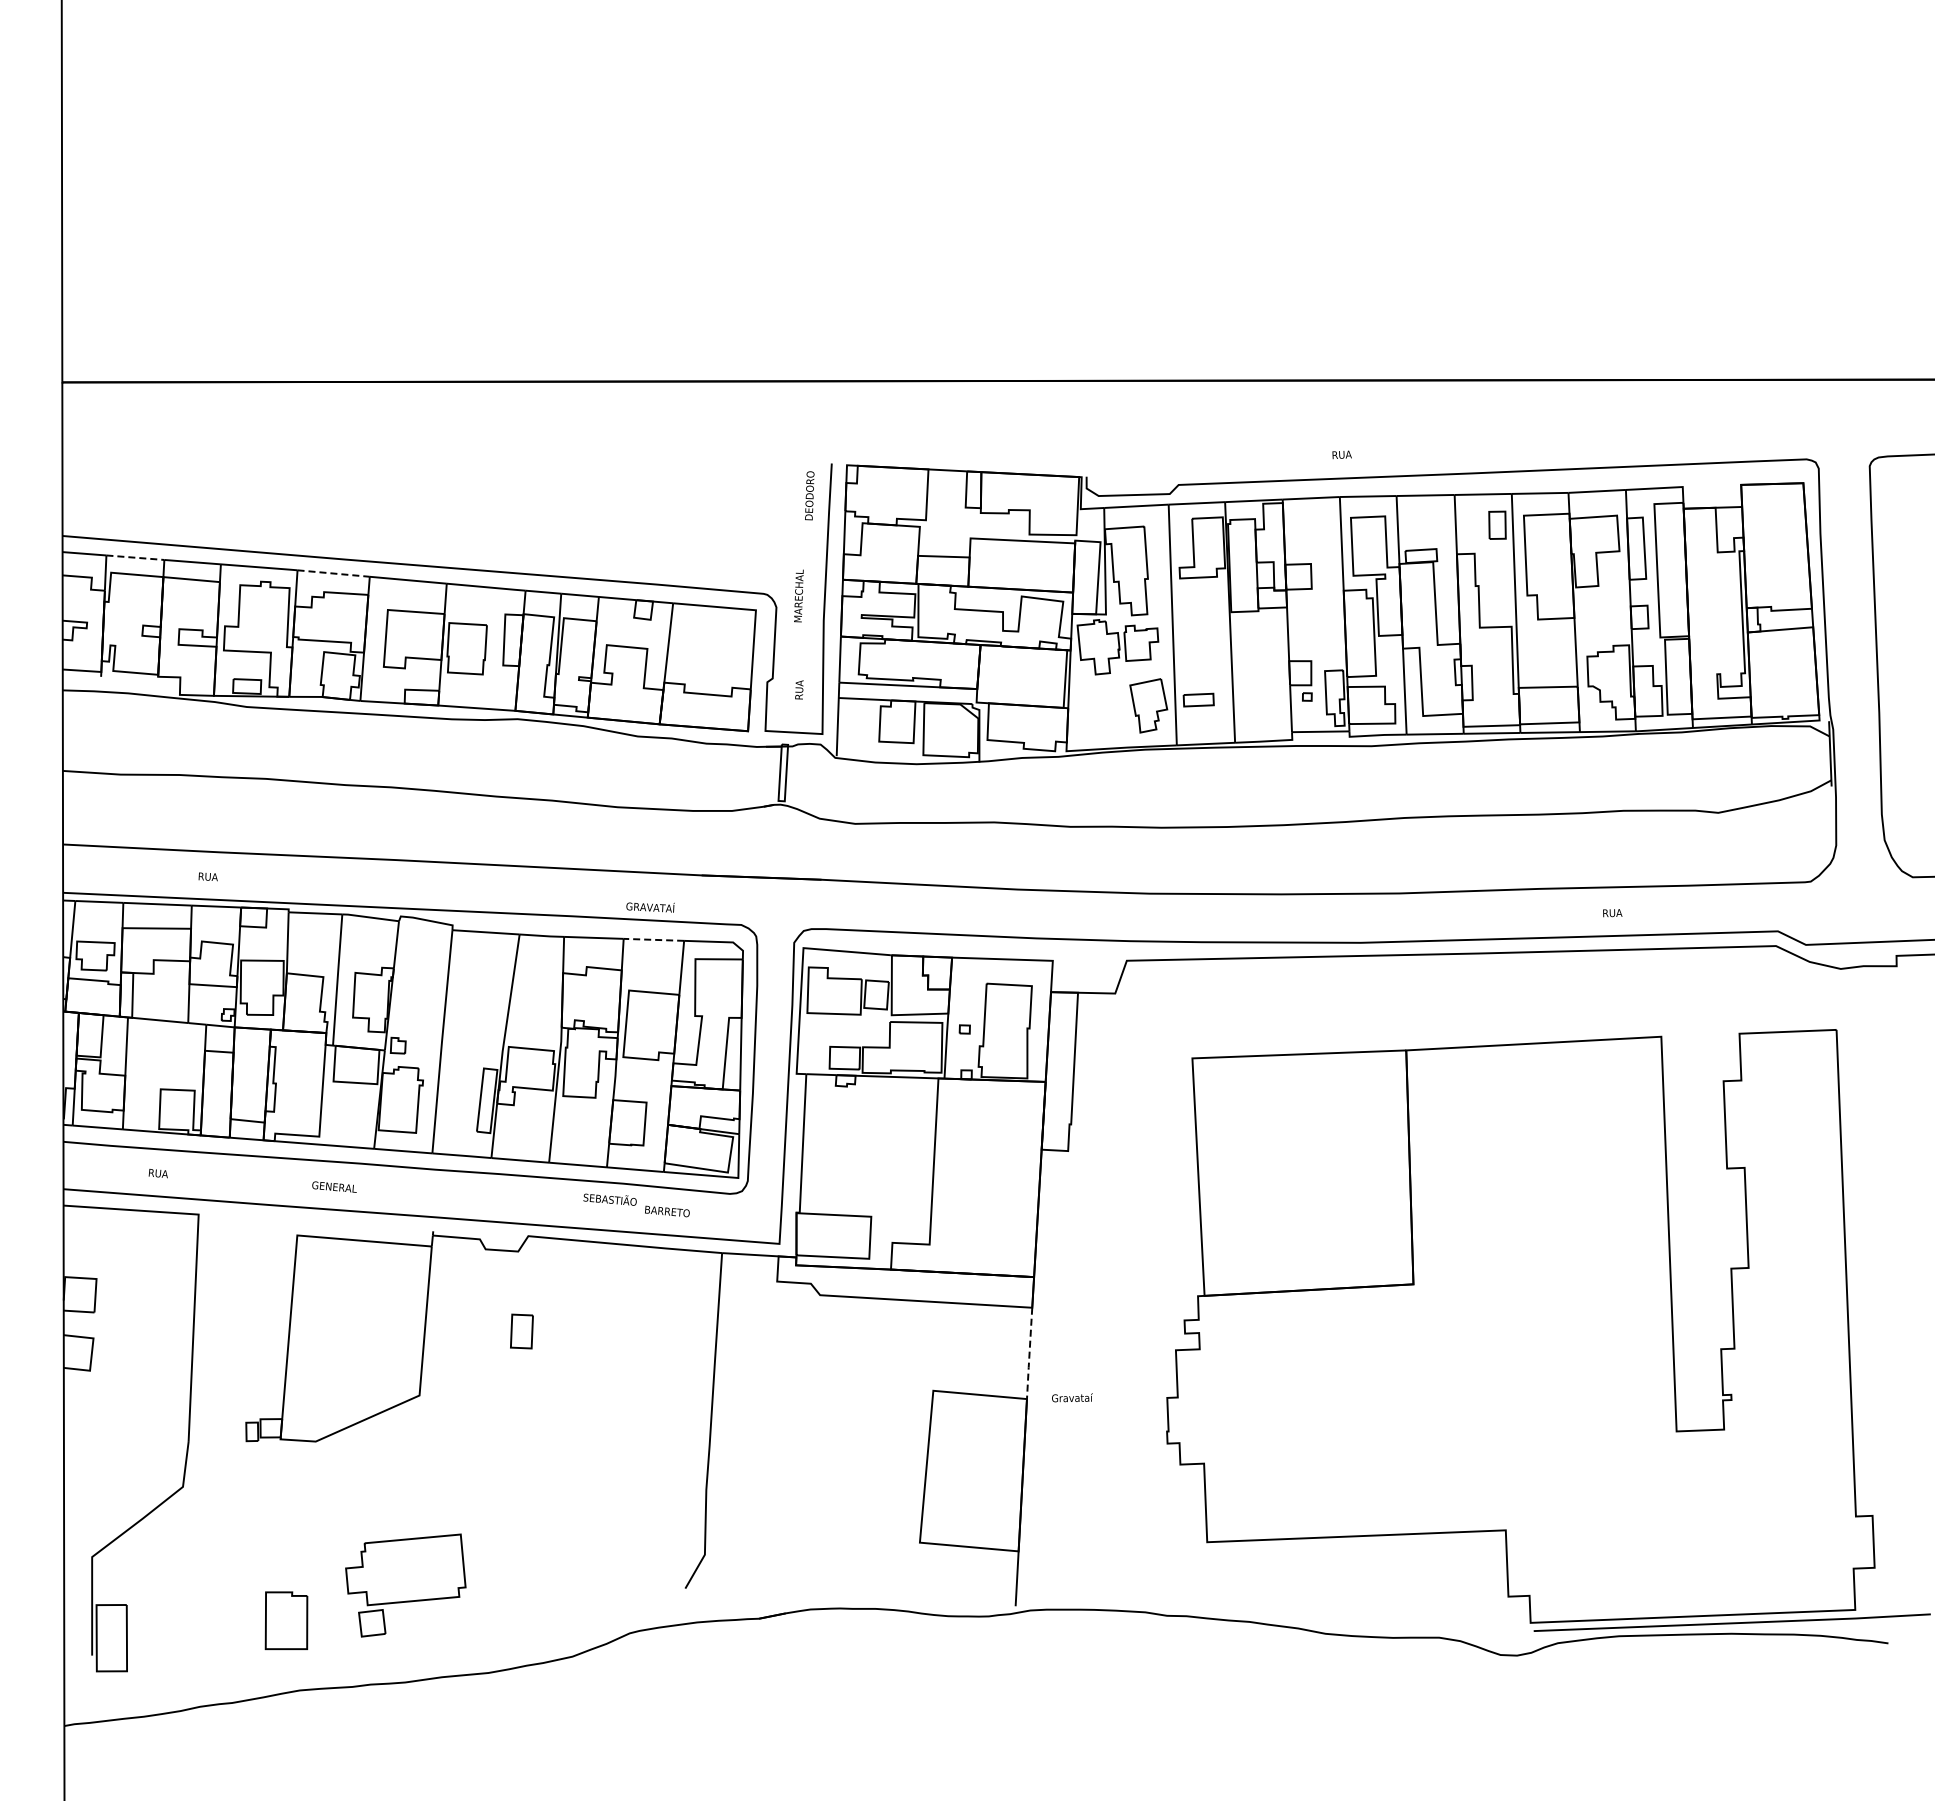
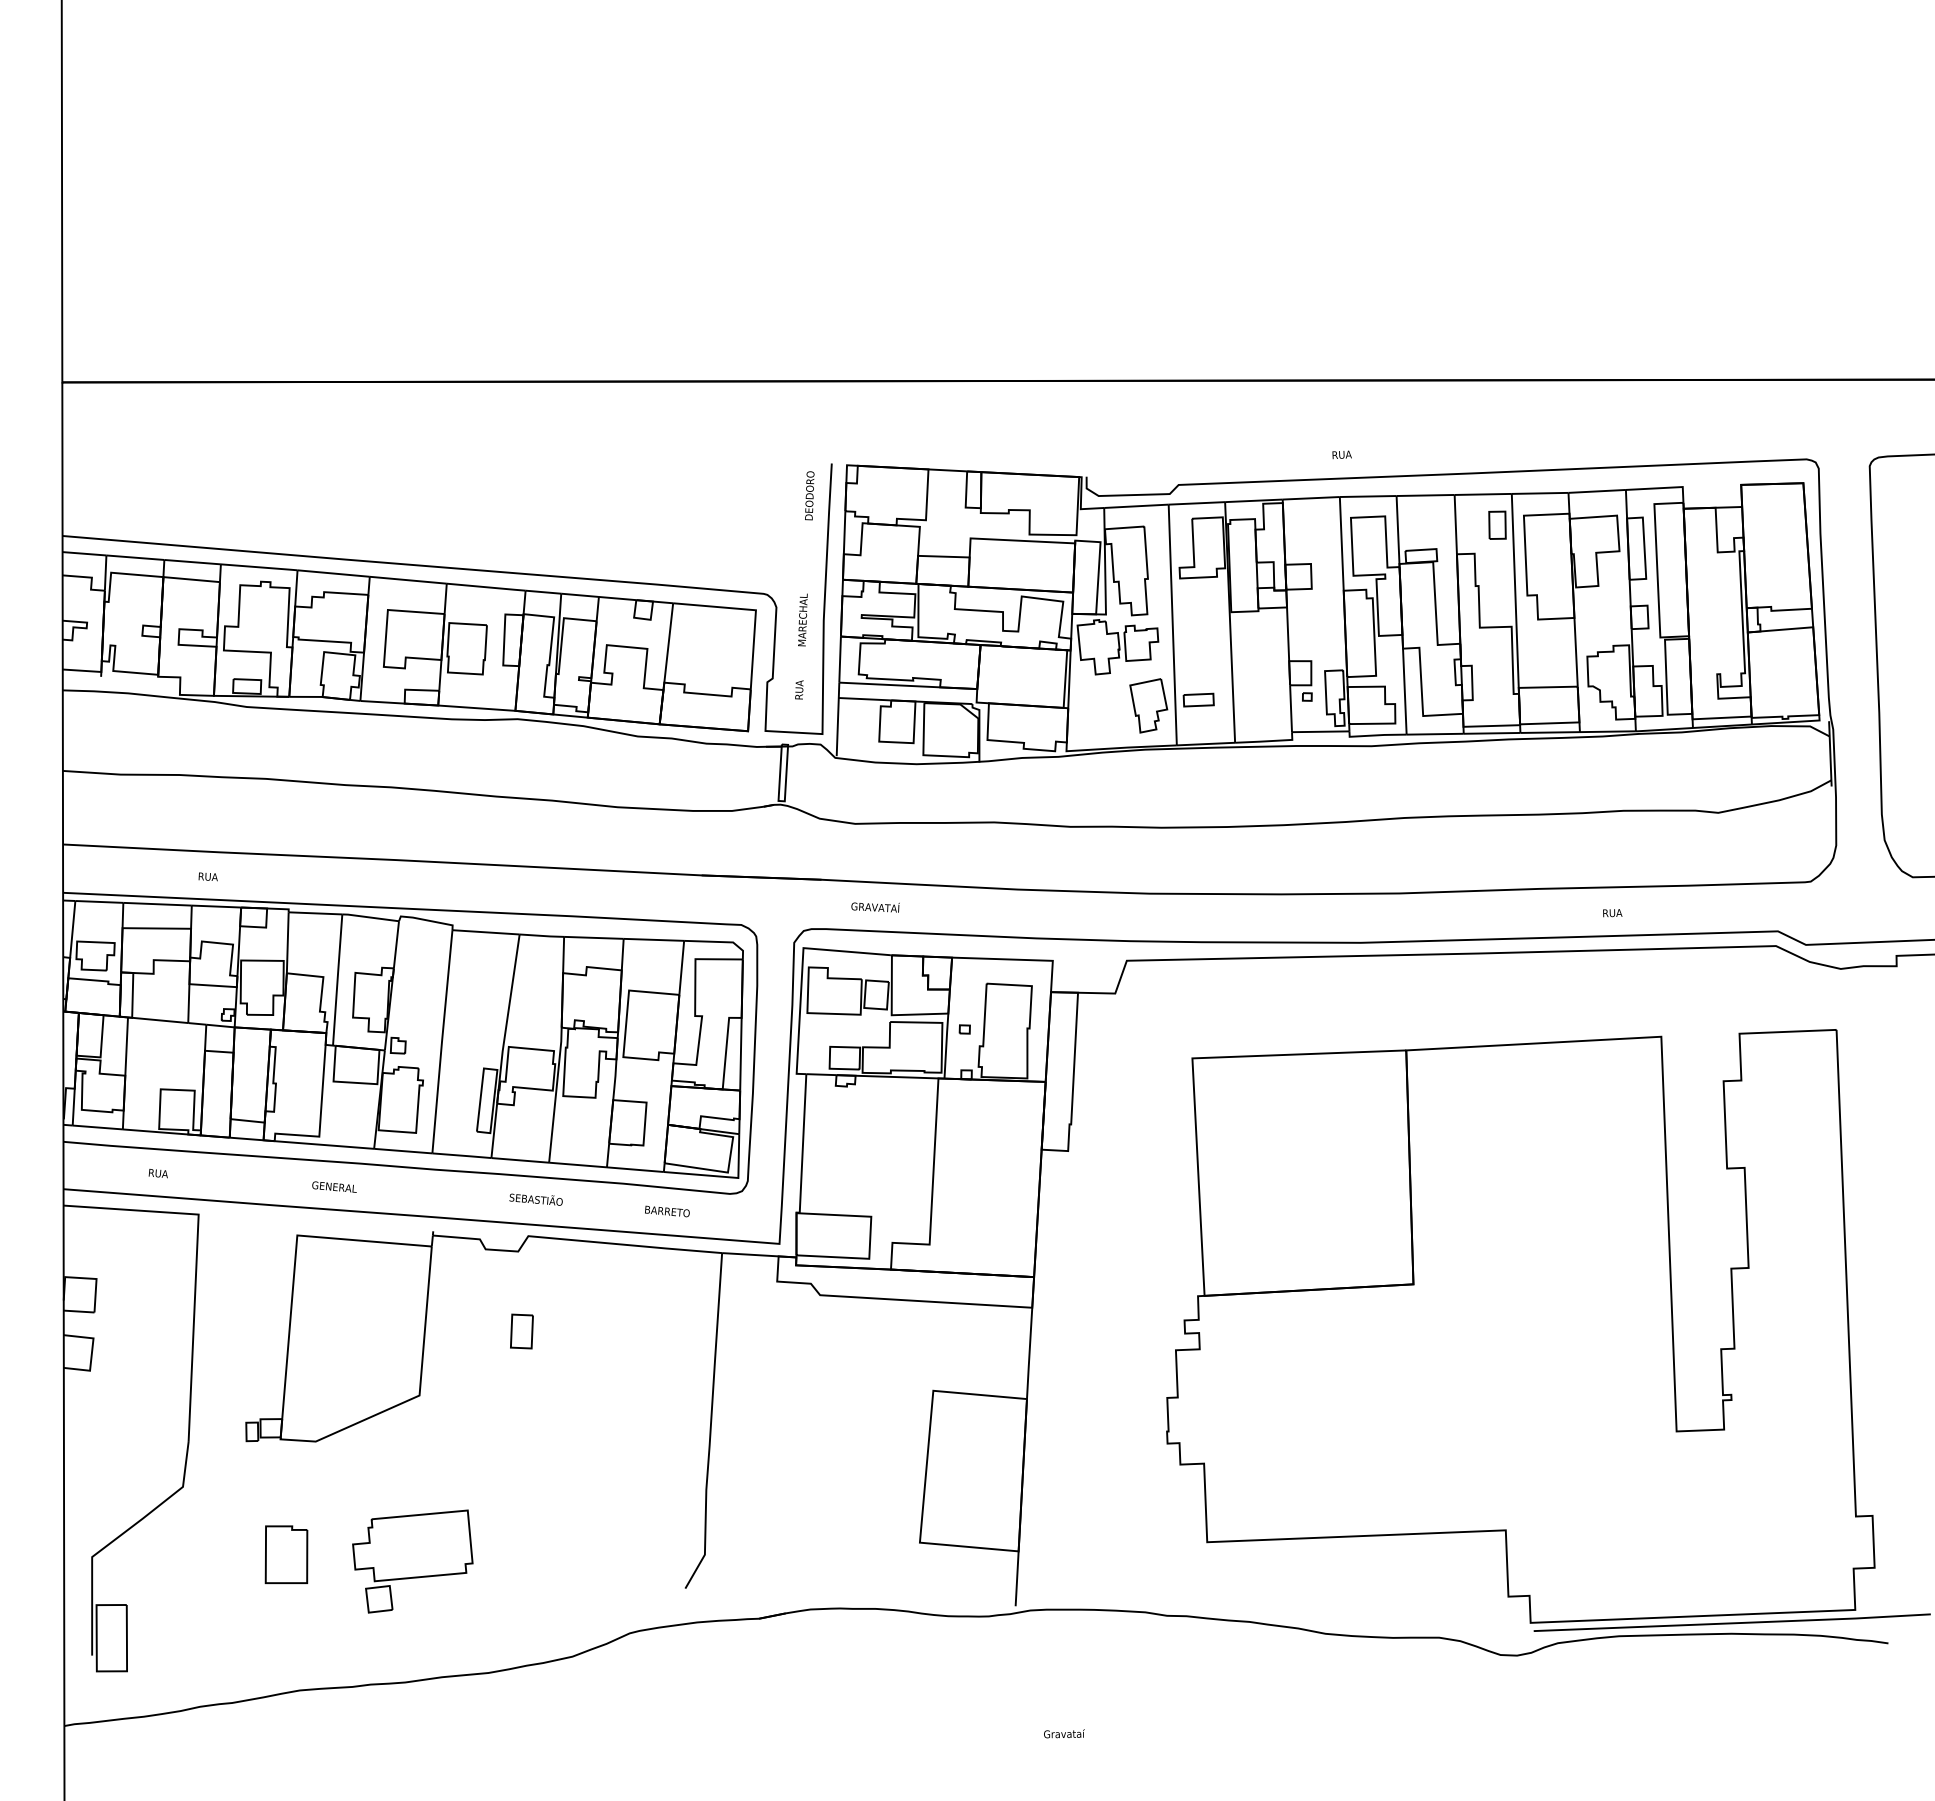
line at (135, 557): dashed -> solid
line at (334, 573): dashed -> solid
text at (798, 595) position: (798, 595) -> (802, 619)
text at (650, 907) position: (650, 907) -> (875, 907)
line at (653, 939): dashed -> solid
text at (609, 1199) position: (609, 1199) -> (535, 1199)
line at (1029, 1354): dashed -> solid
text at (1072, 1397) position: (1072, 1397) -> (1064, 1733)
part at (405, 1585) position: (405, 1585) -> (412, 1561)
part at (286, 1620) position: (286, 1620) -> (286, 1554)
